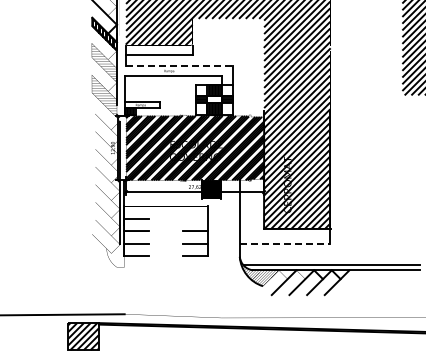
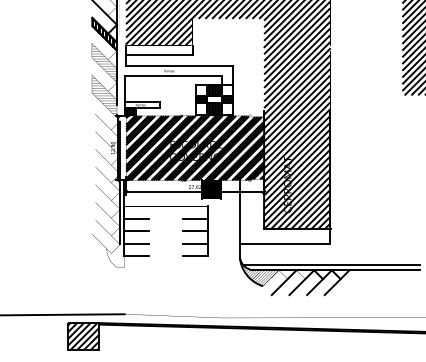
line at (180, 65): dashed -> solid
line at (194, 218): none -> present
line at (285, 244): dashed -> solid
